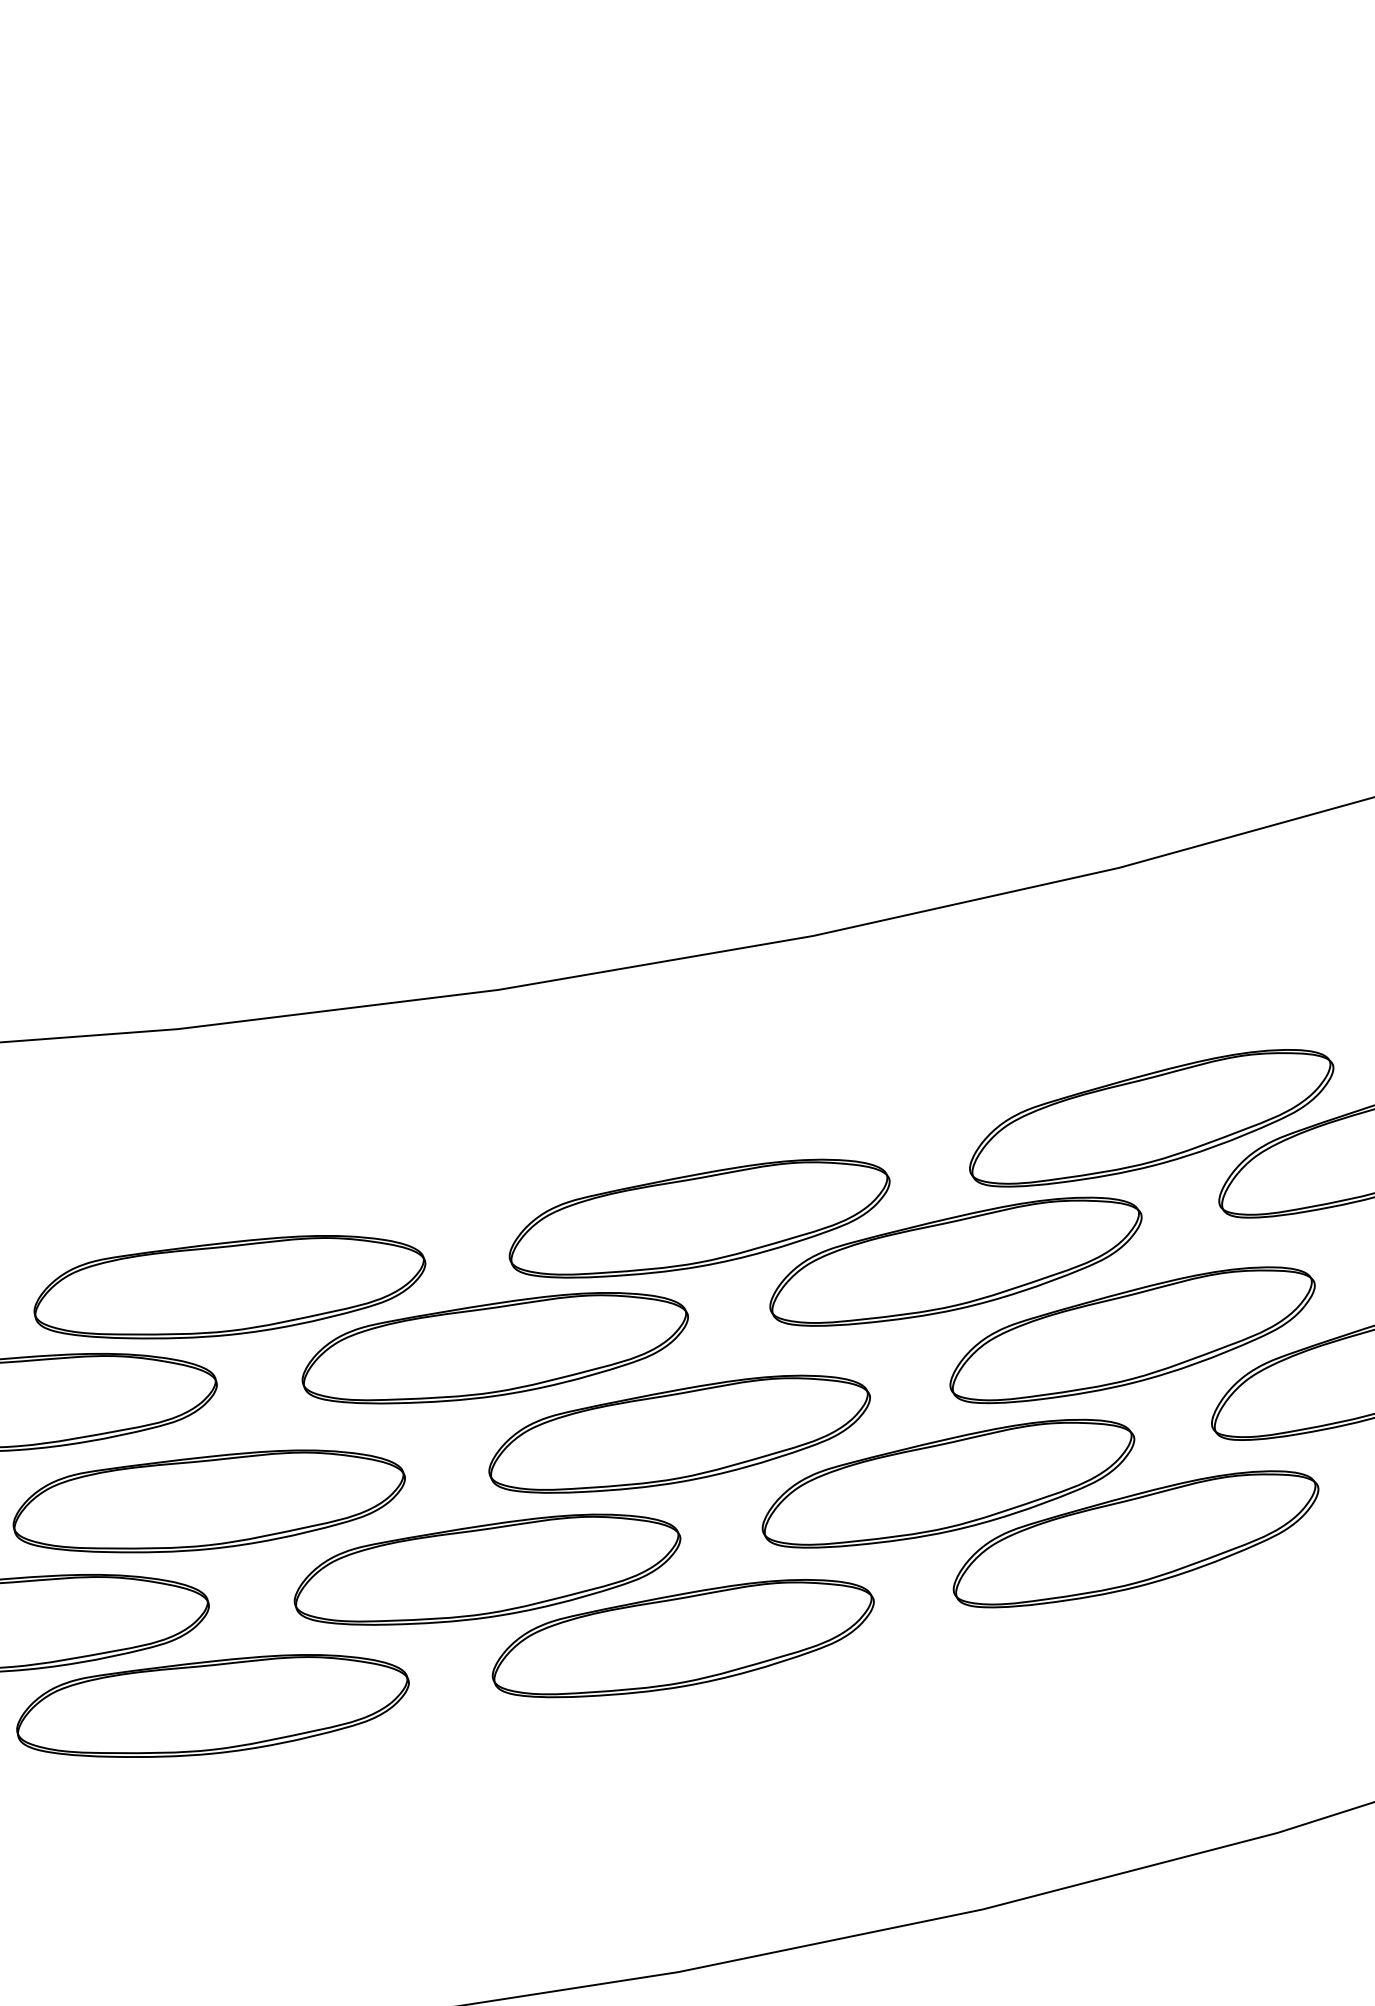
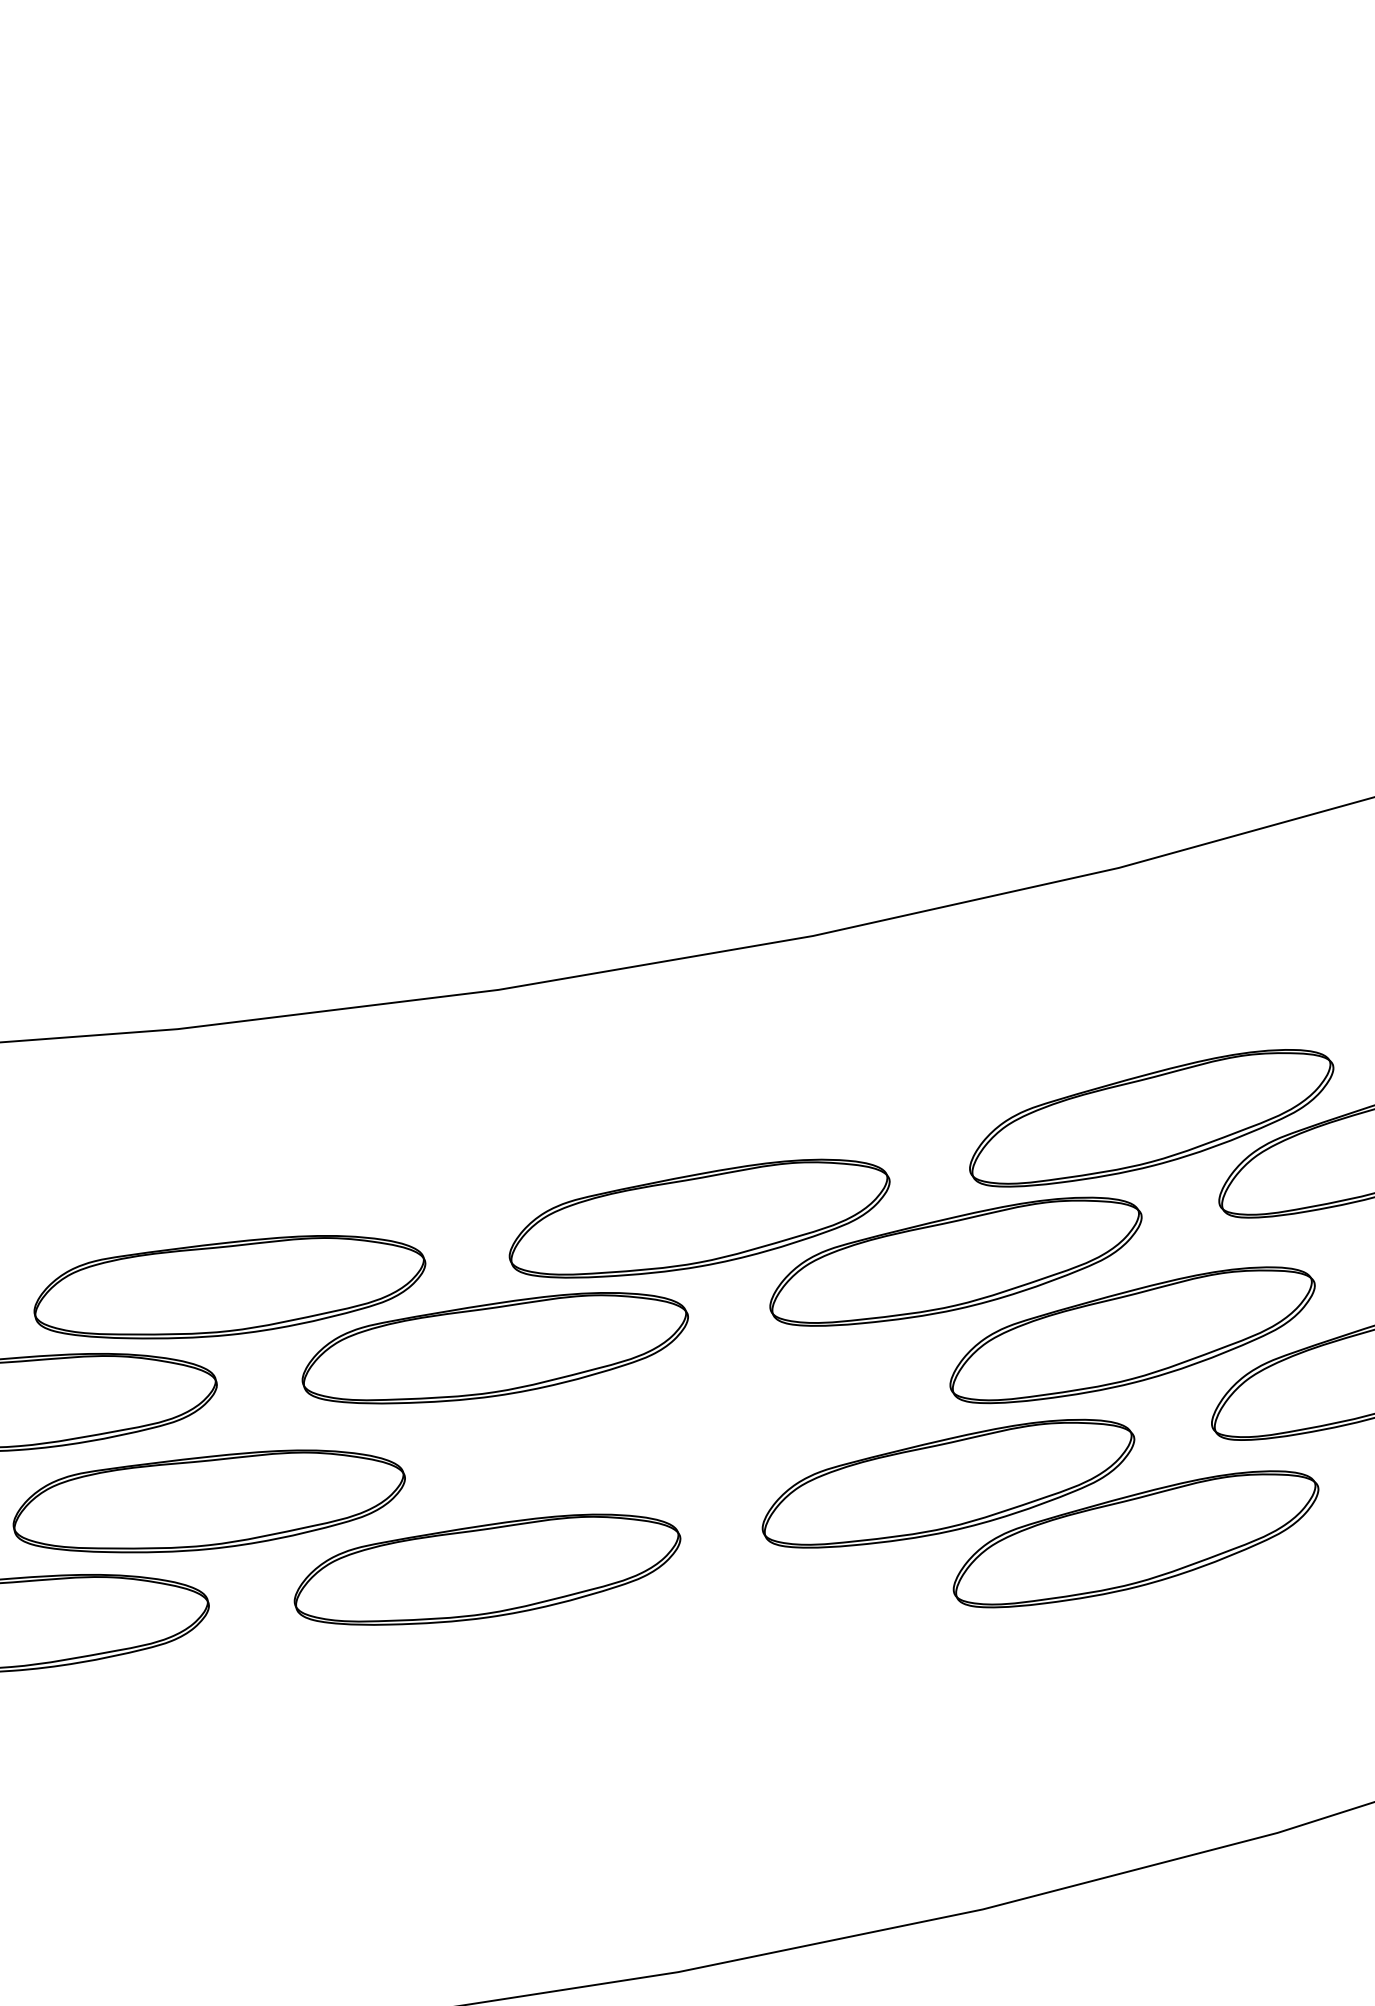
part at (679, 1433): present -> none
part at (682, 1638): present -> none
part at (212, 1705): present -> none
